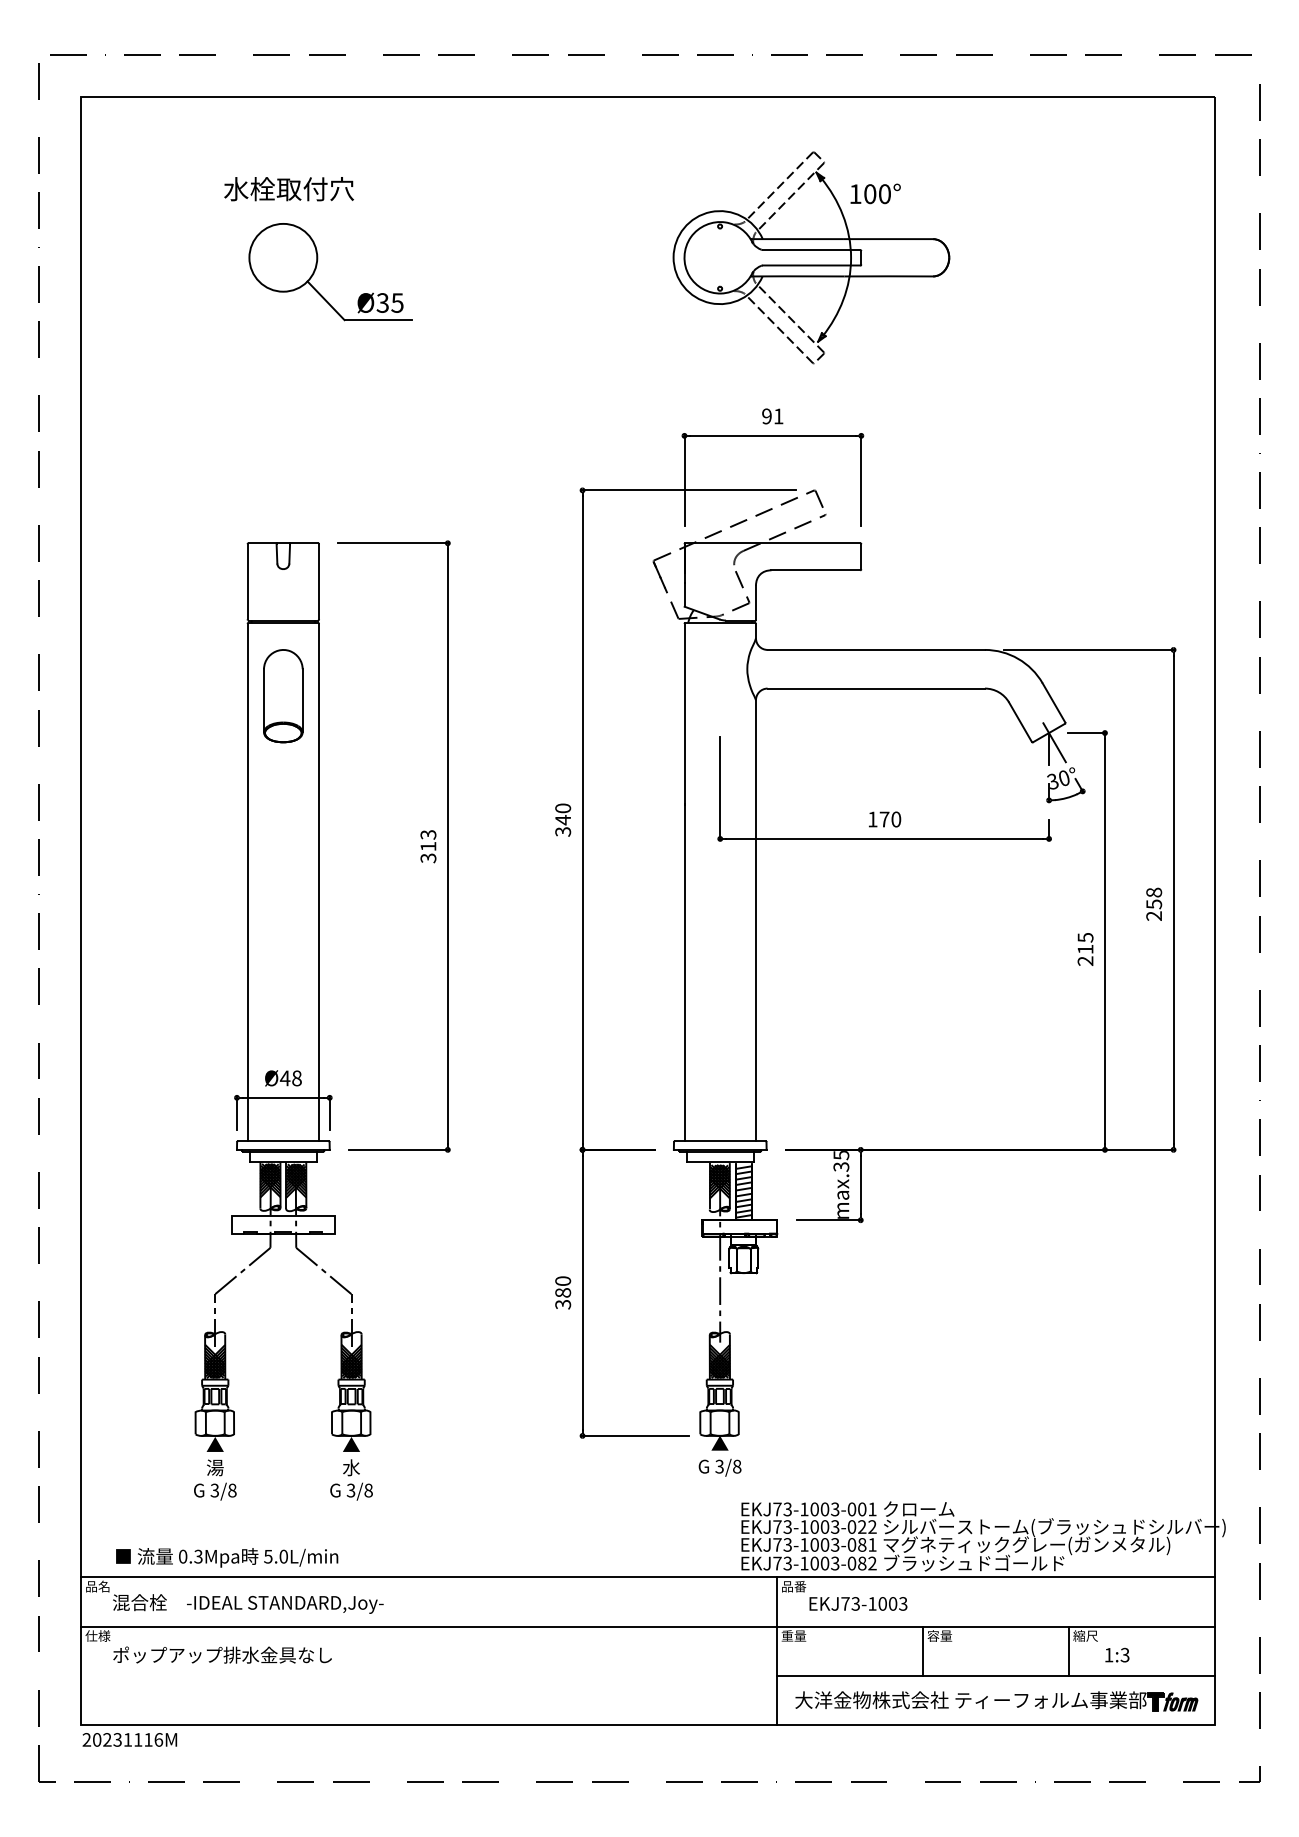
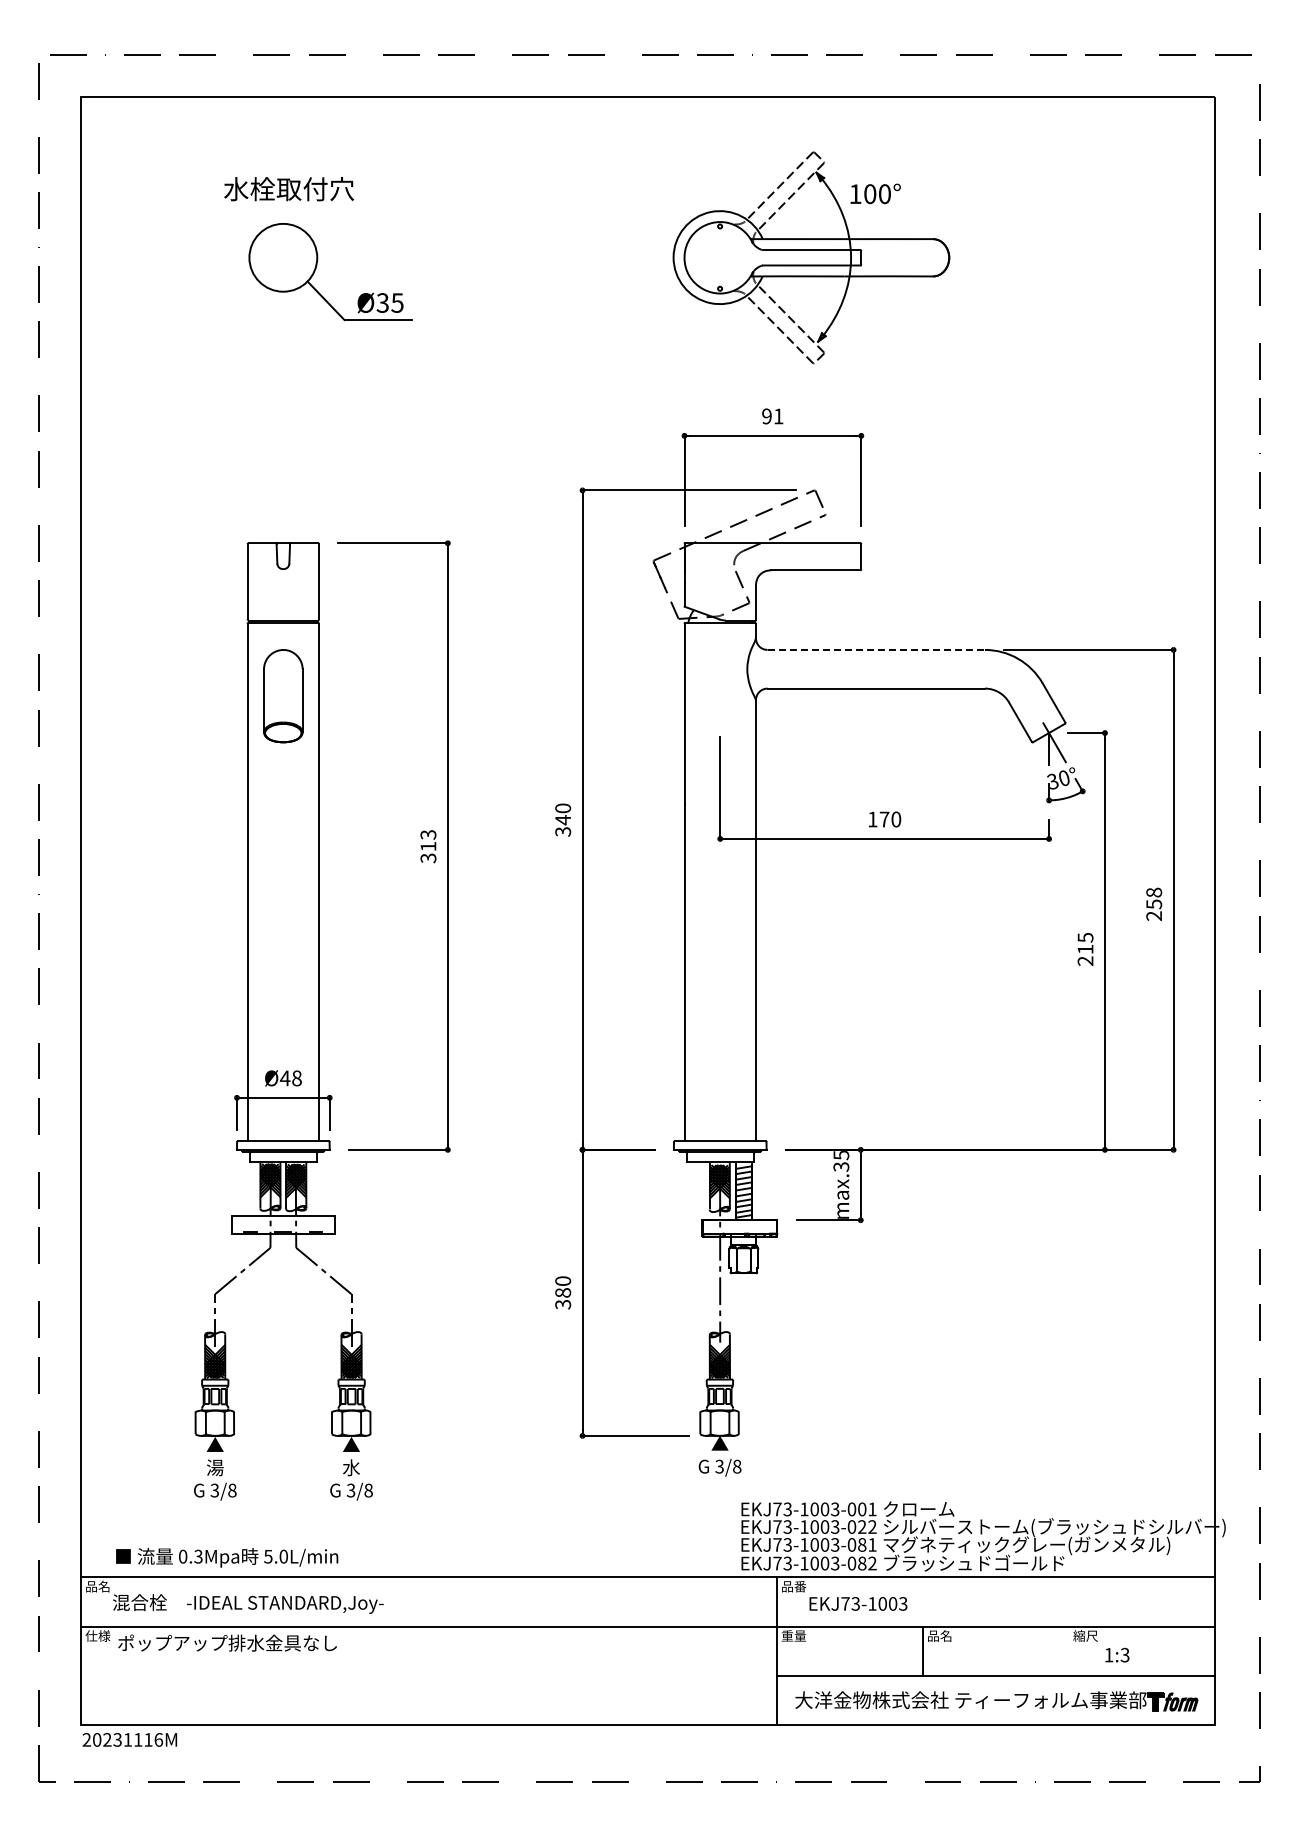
line at (876, 649): solid -> dashed
text at (939, 1635): 容量 -> 品名
line at (1068, 1650): present -> none
text at (222, 1654) position: (222, 1654) -> (227, 1642)
